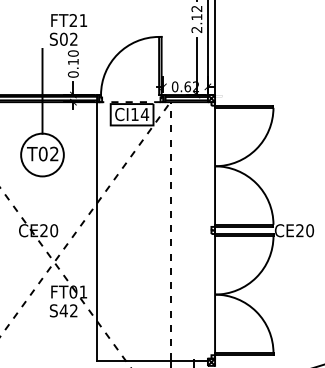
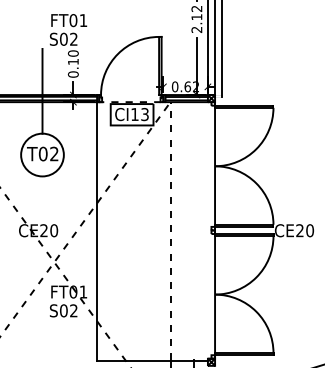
text at (73, 20): FT21 -> FT01
line at (222, 49): none -> present
text at (144, 114): CI14 -> CI13
text at (63, 310): S42 -> S02
